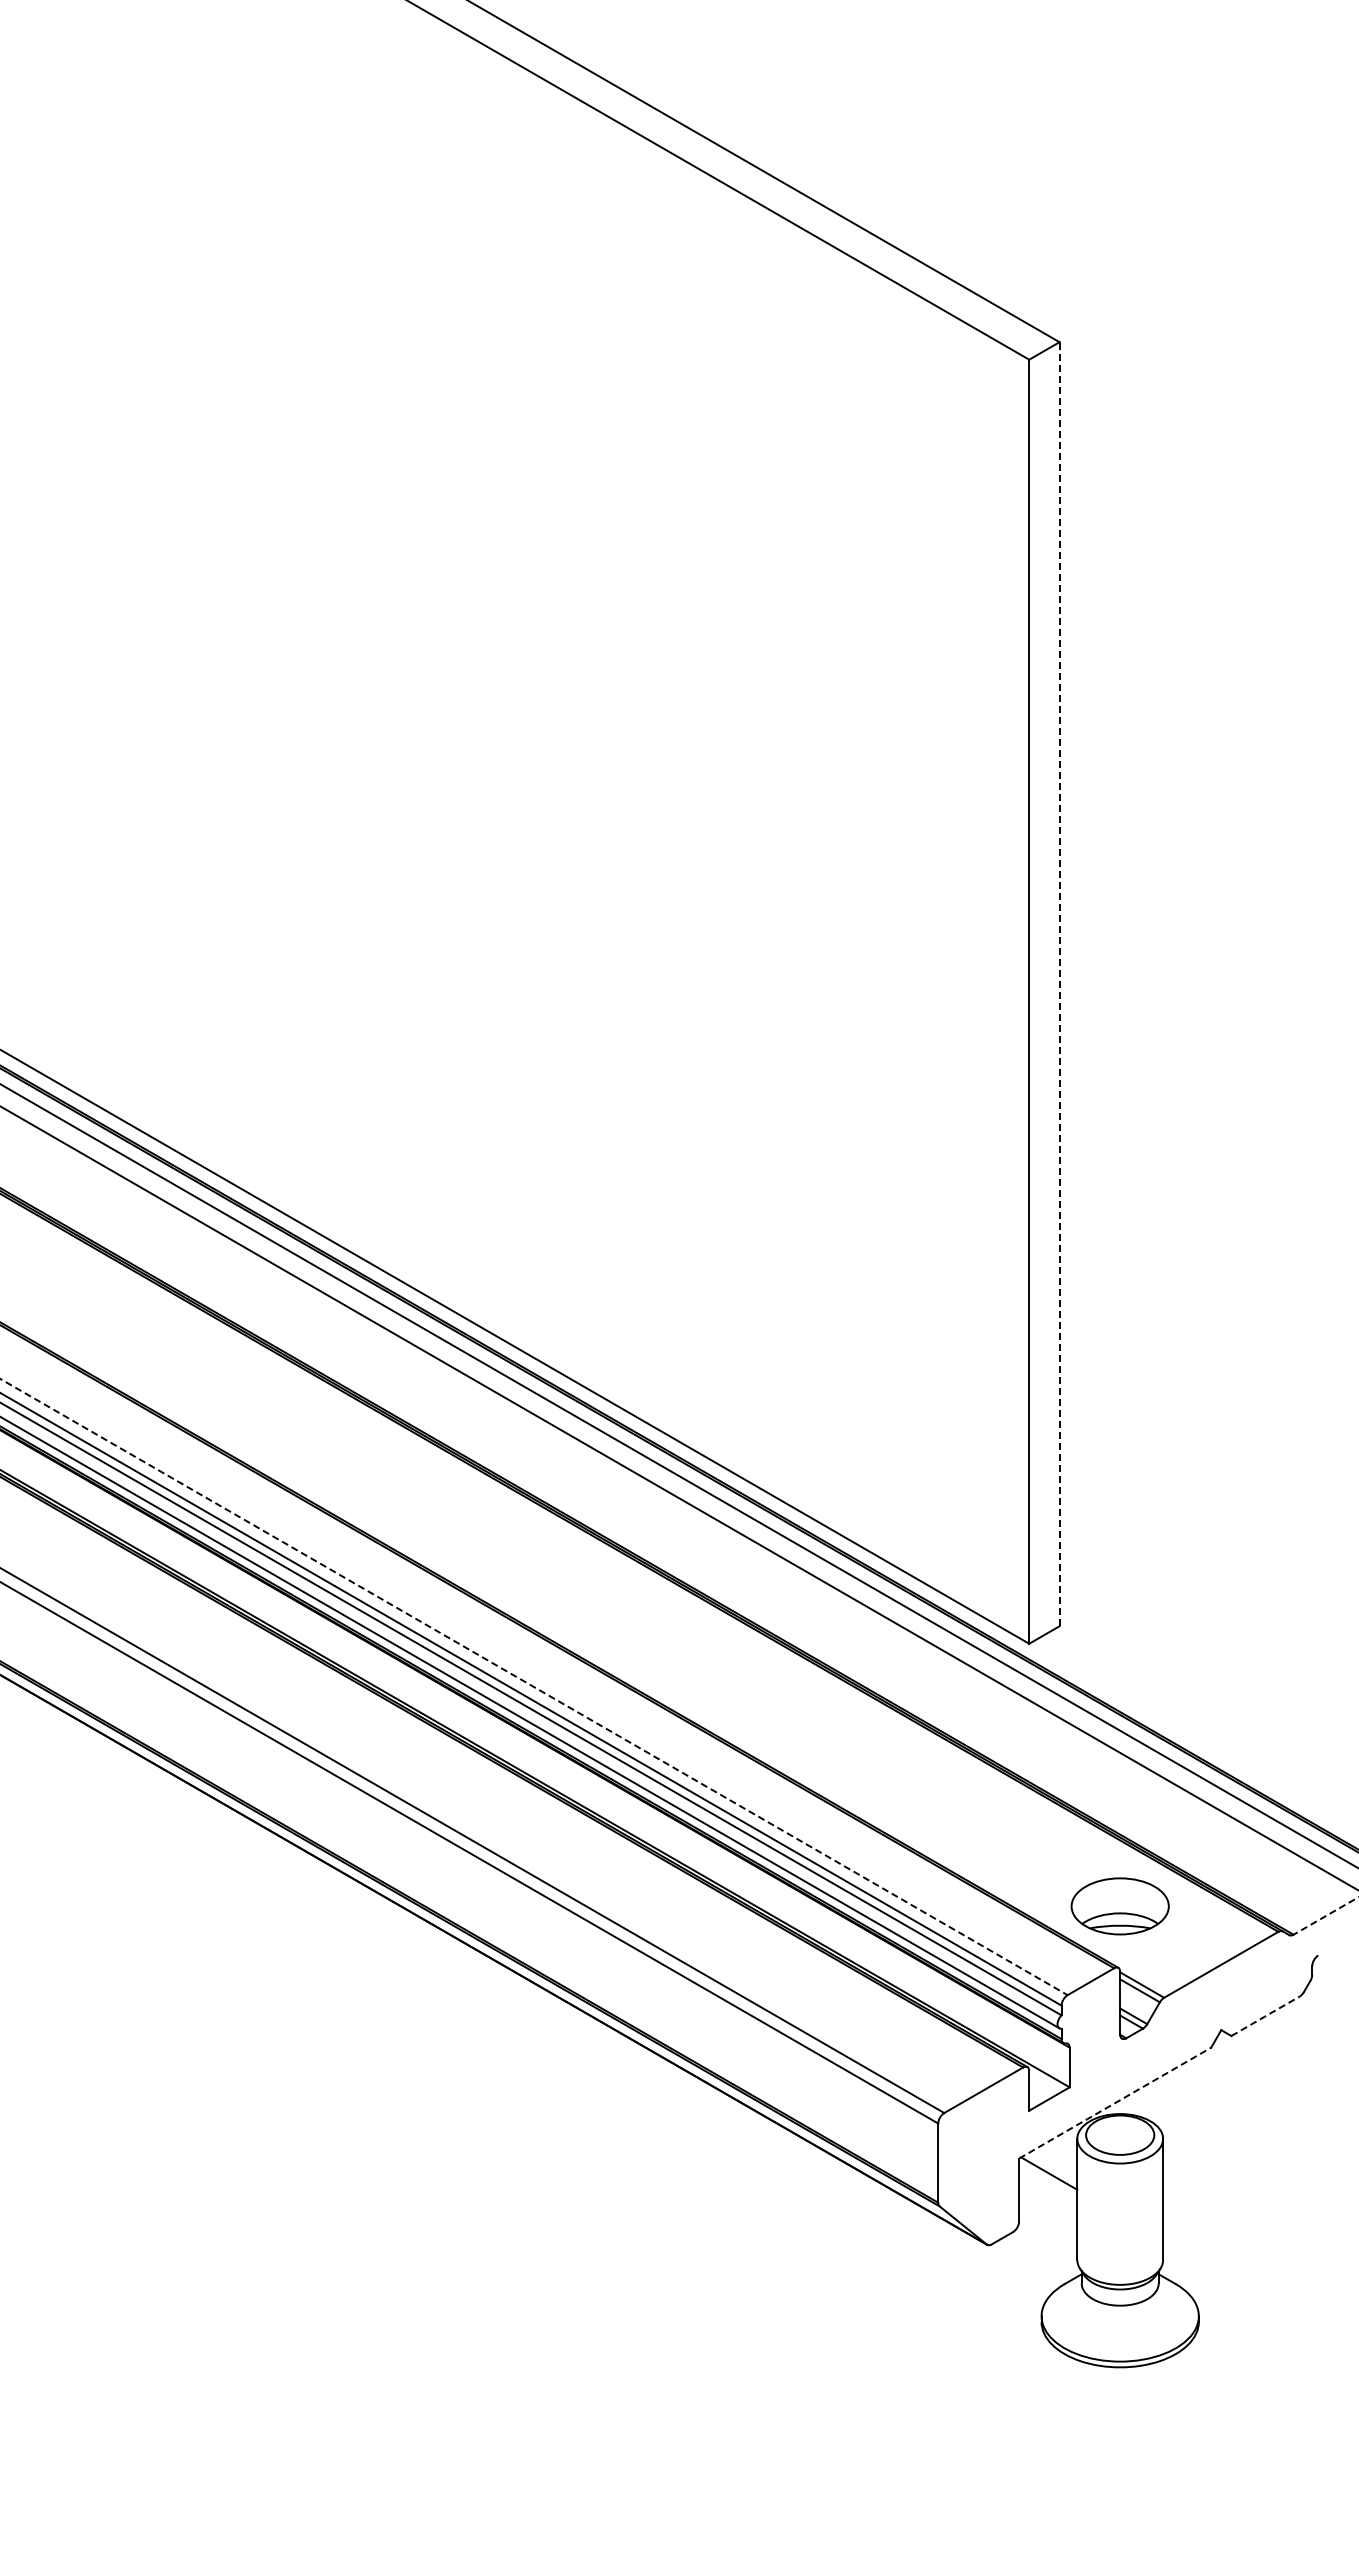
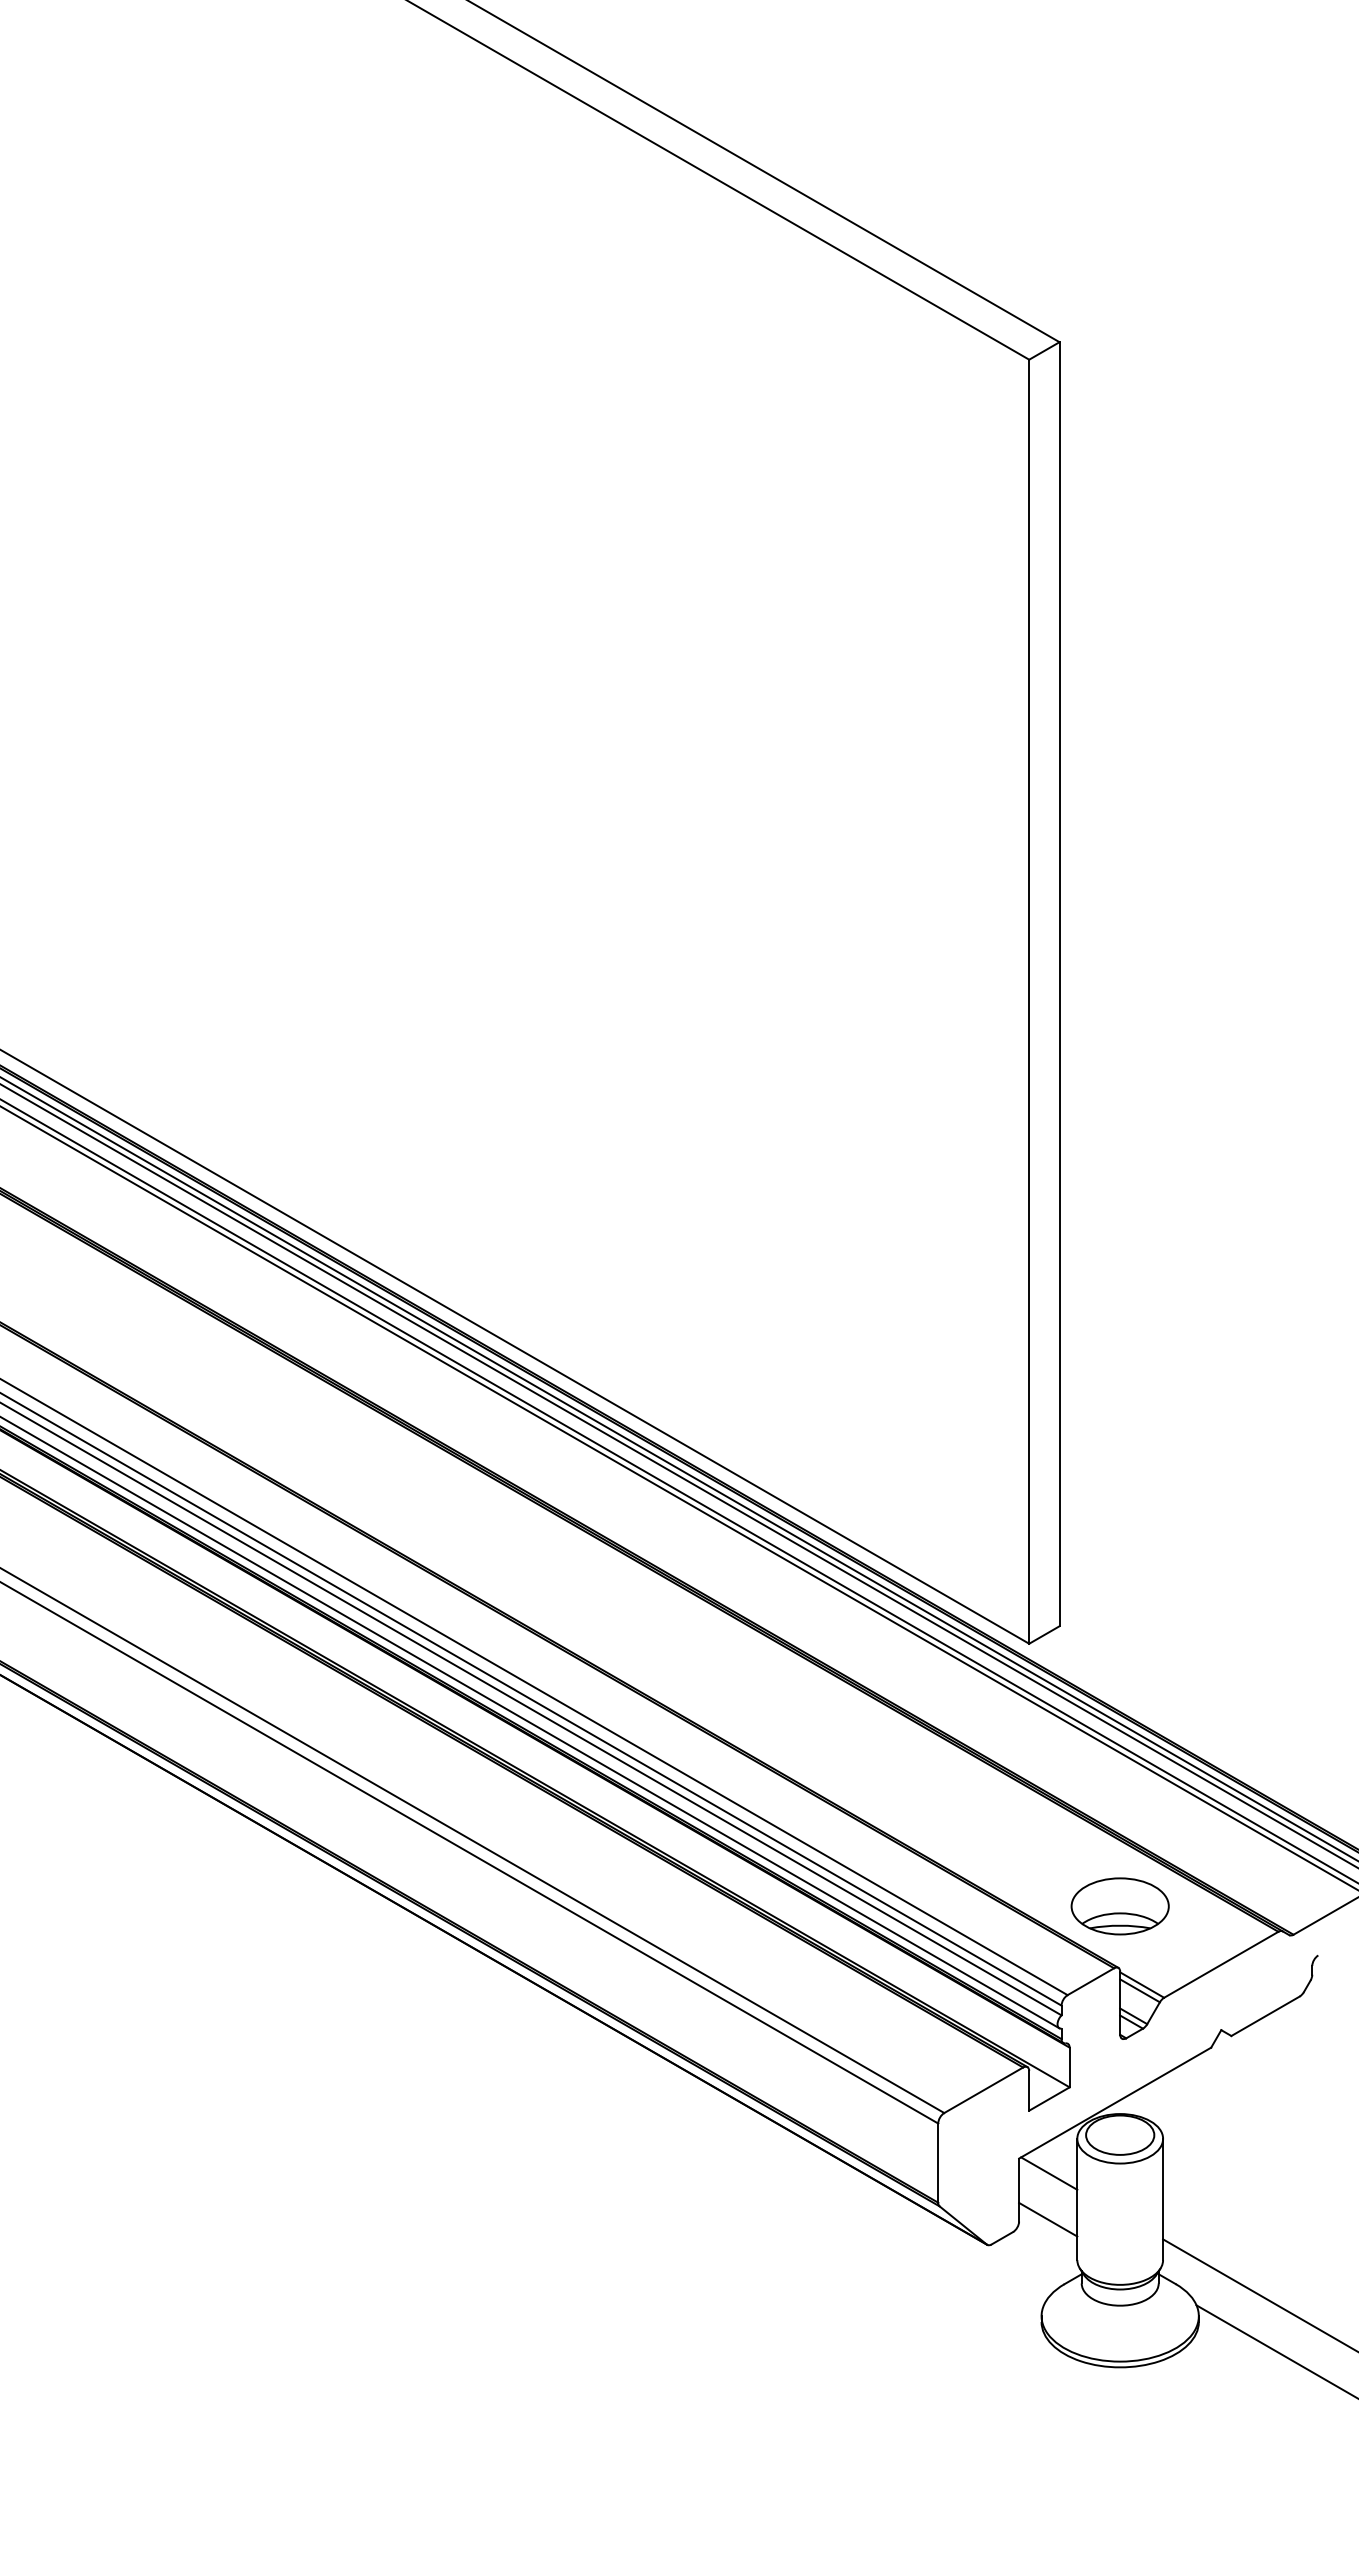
line at (1059, 983): dashed -> solid
line at (678, 1468): none -> present
line at (678, 1490): none -> present
line at (534, 1687): dashed -> solid
line at (1325, 1916): dashed -> solid
line at (1265, 2016): dashed -> solid
line at (1115, 2103): dashed -> solid
line at (1048, 2219): none -> present
line at (1259, 2294): none -> present
line at (1275, 2351): none -> present
